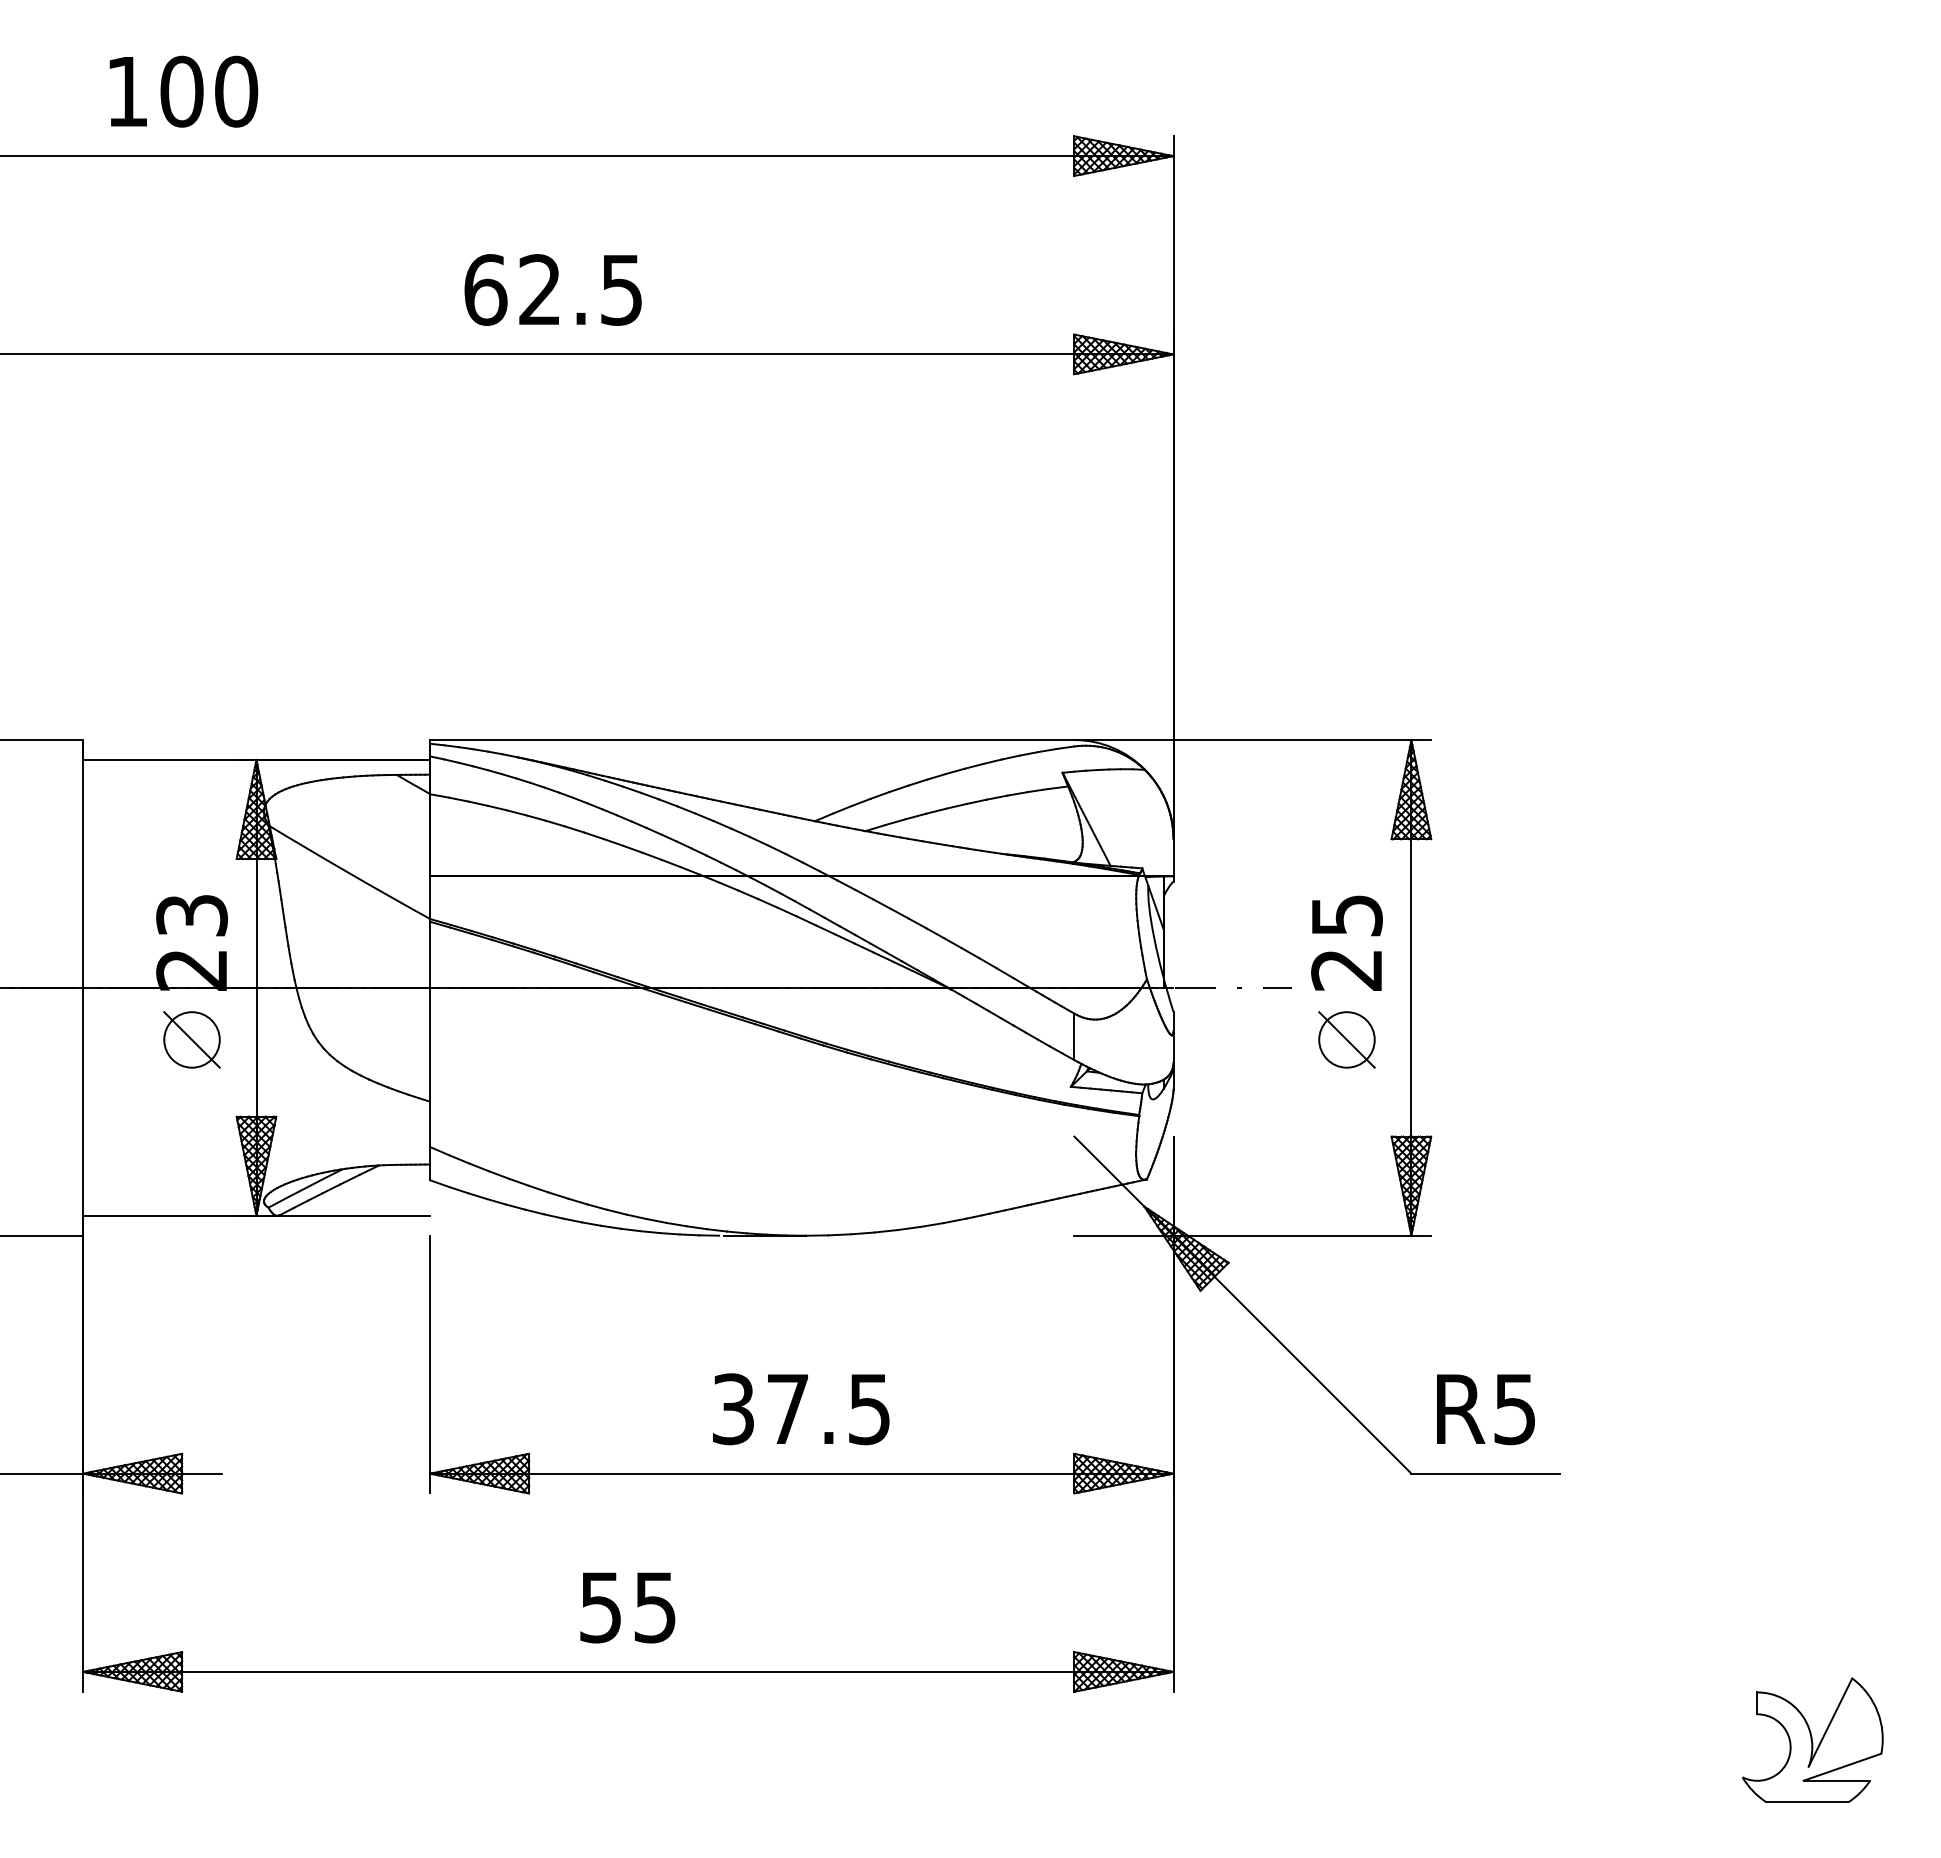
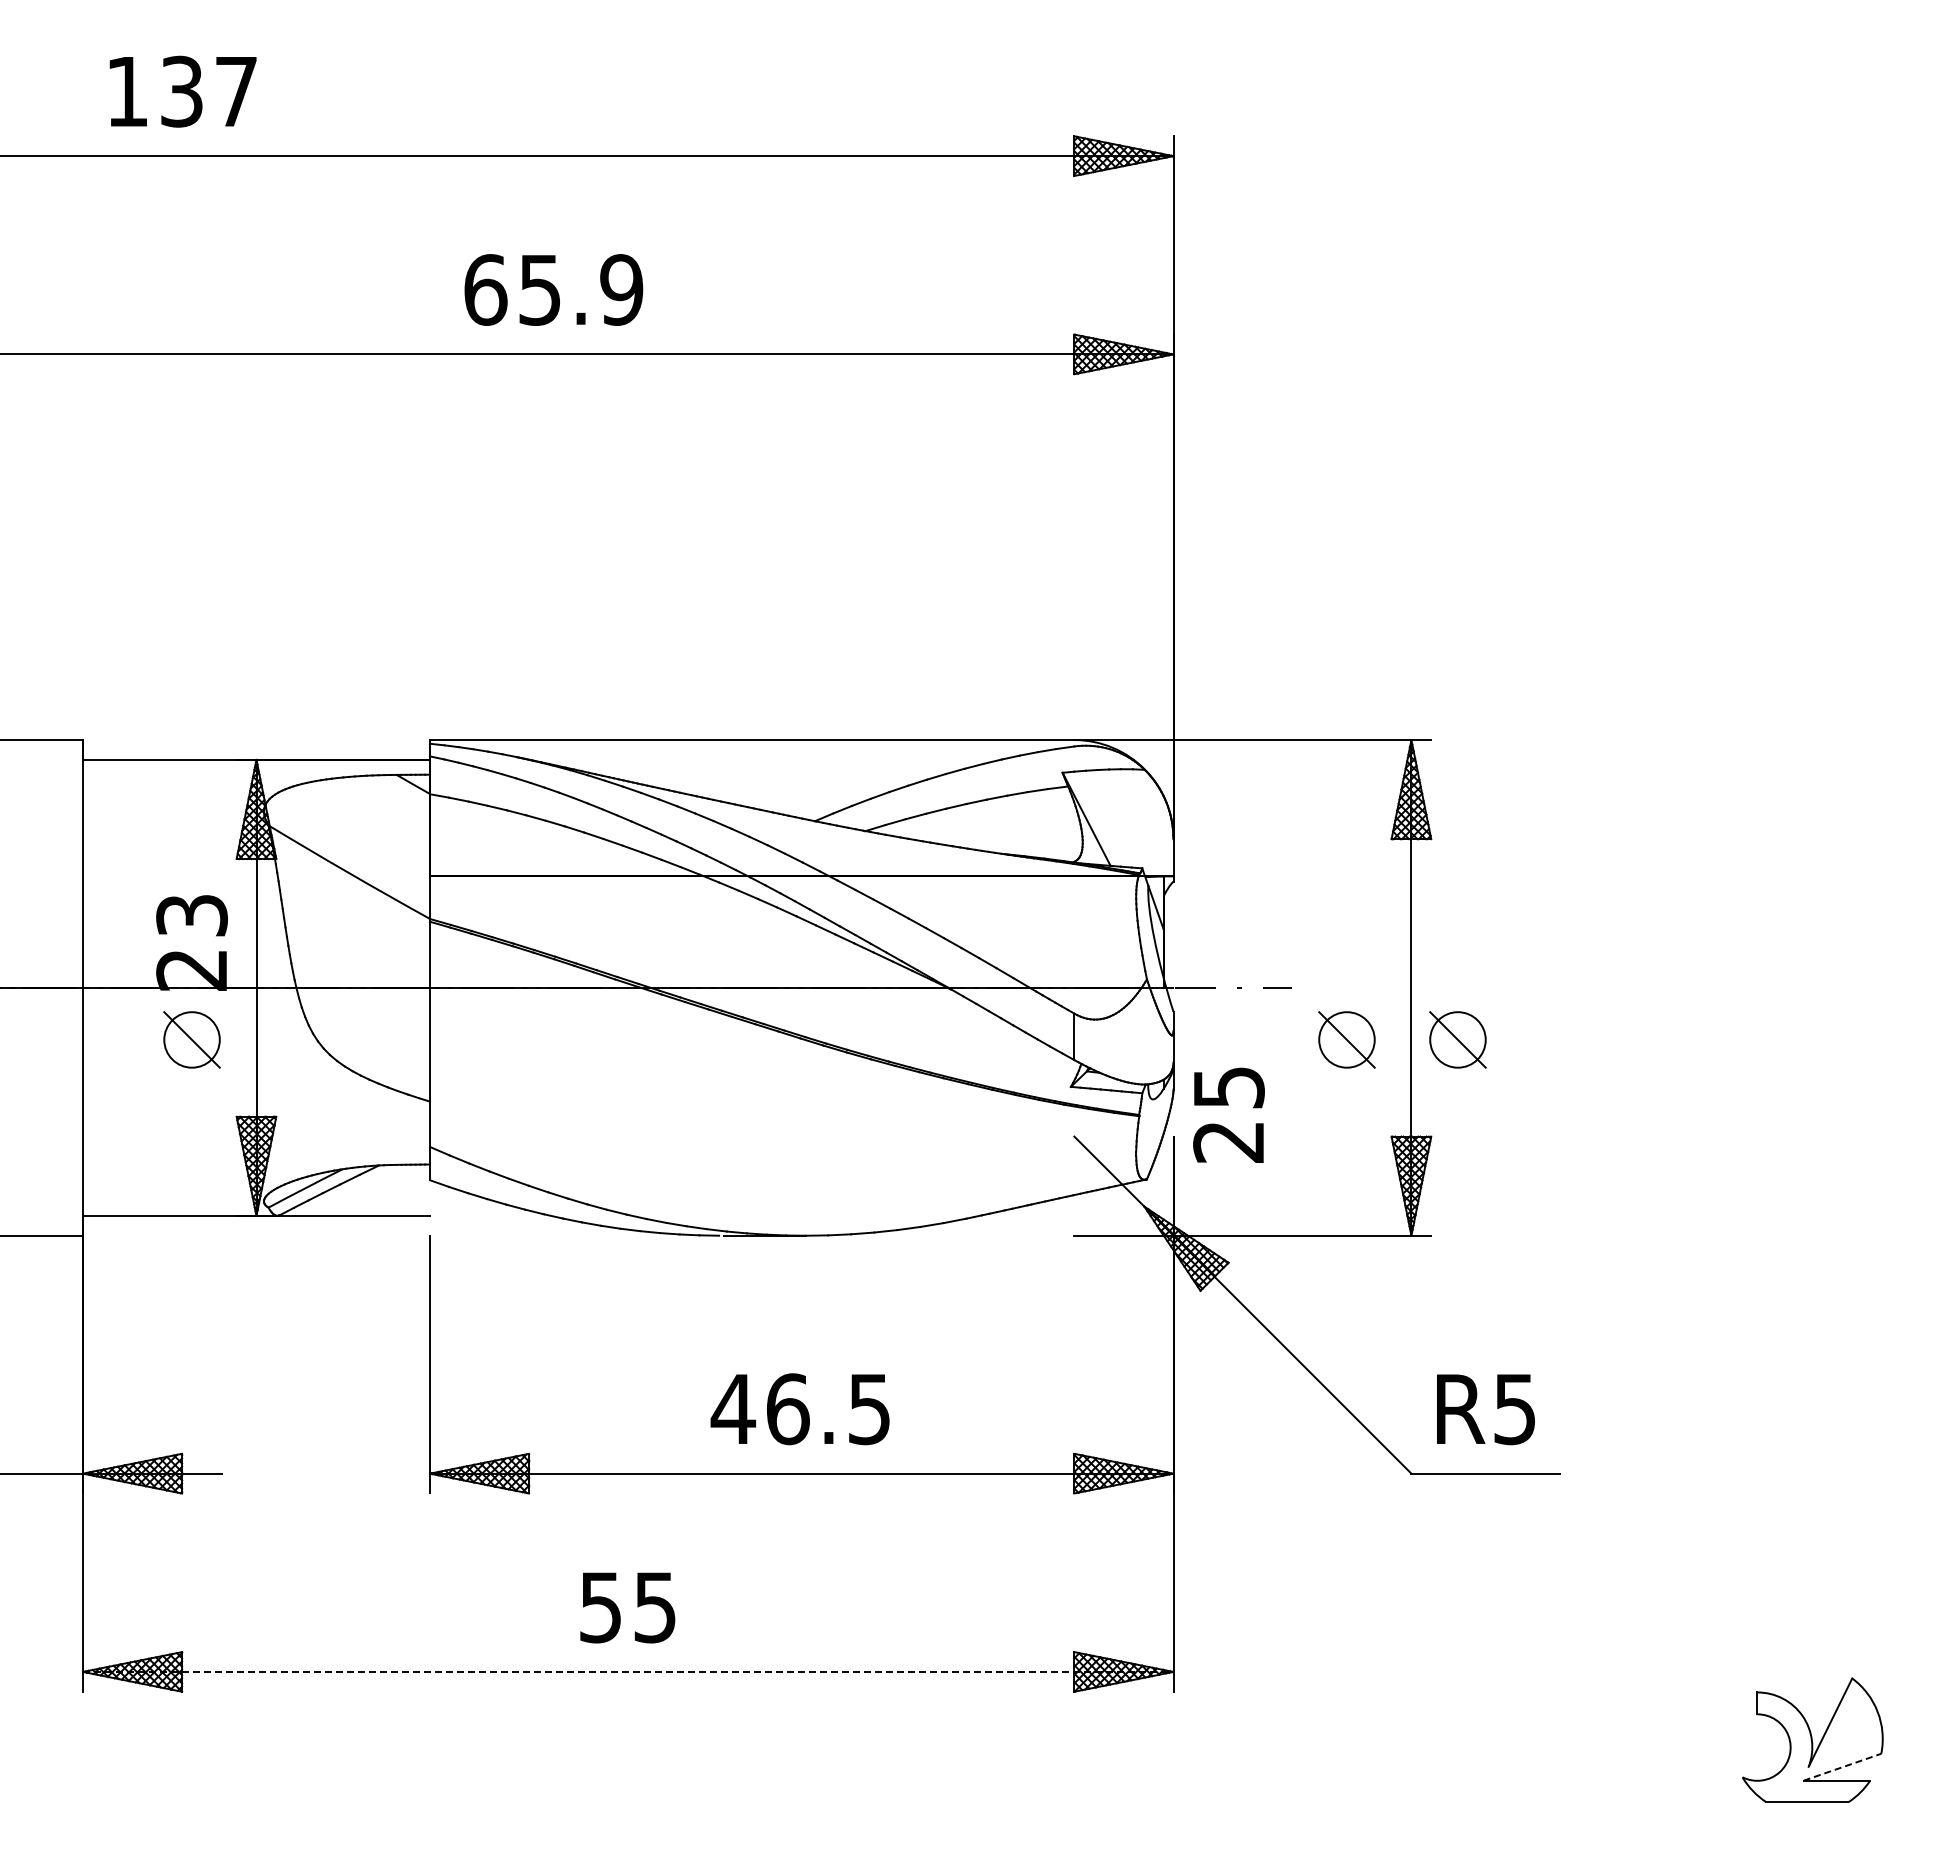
text at (209, 91): 100 -> 137
text at (581, 289): 62.5 -> 65.9
text at (1346, 942) position: (1346, 942) -> (1228, 1114)
part at (1457, 1039): none -> present
text at (759, 1409): 37.5 -> 46.5
line at (628, 1671): solid -> dashed
line at (1842, 1767): solid -> dashed
